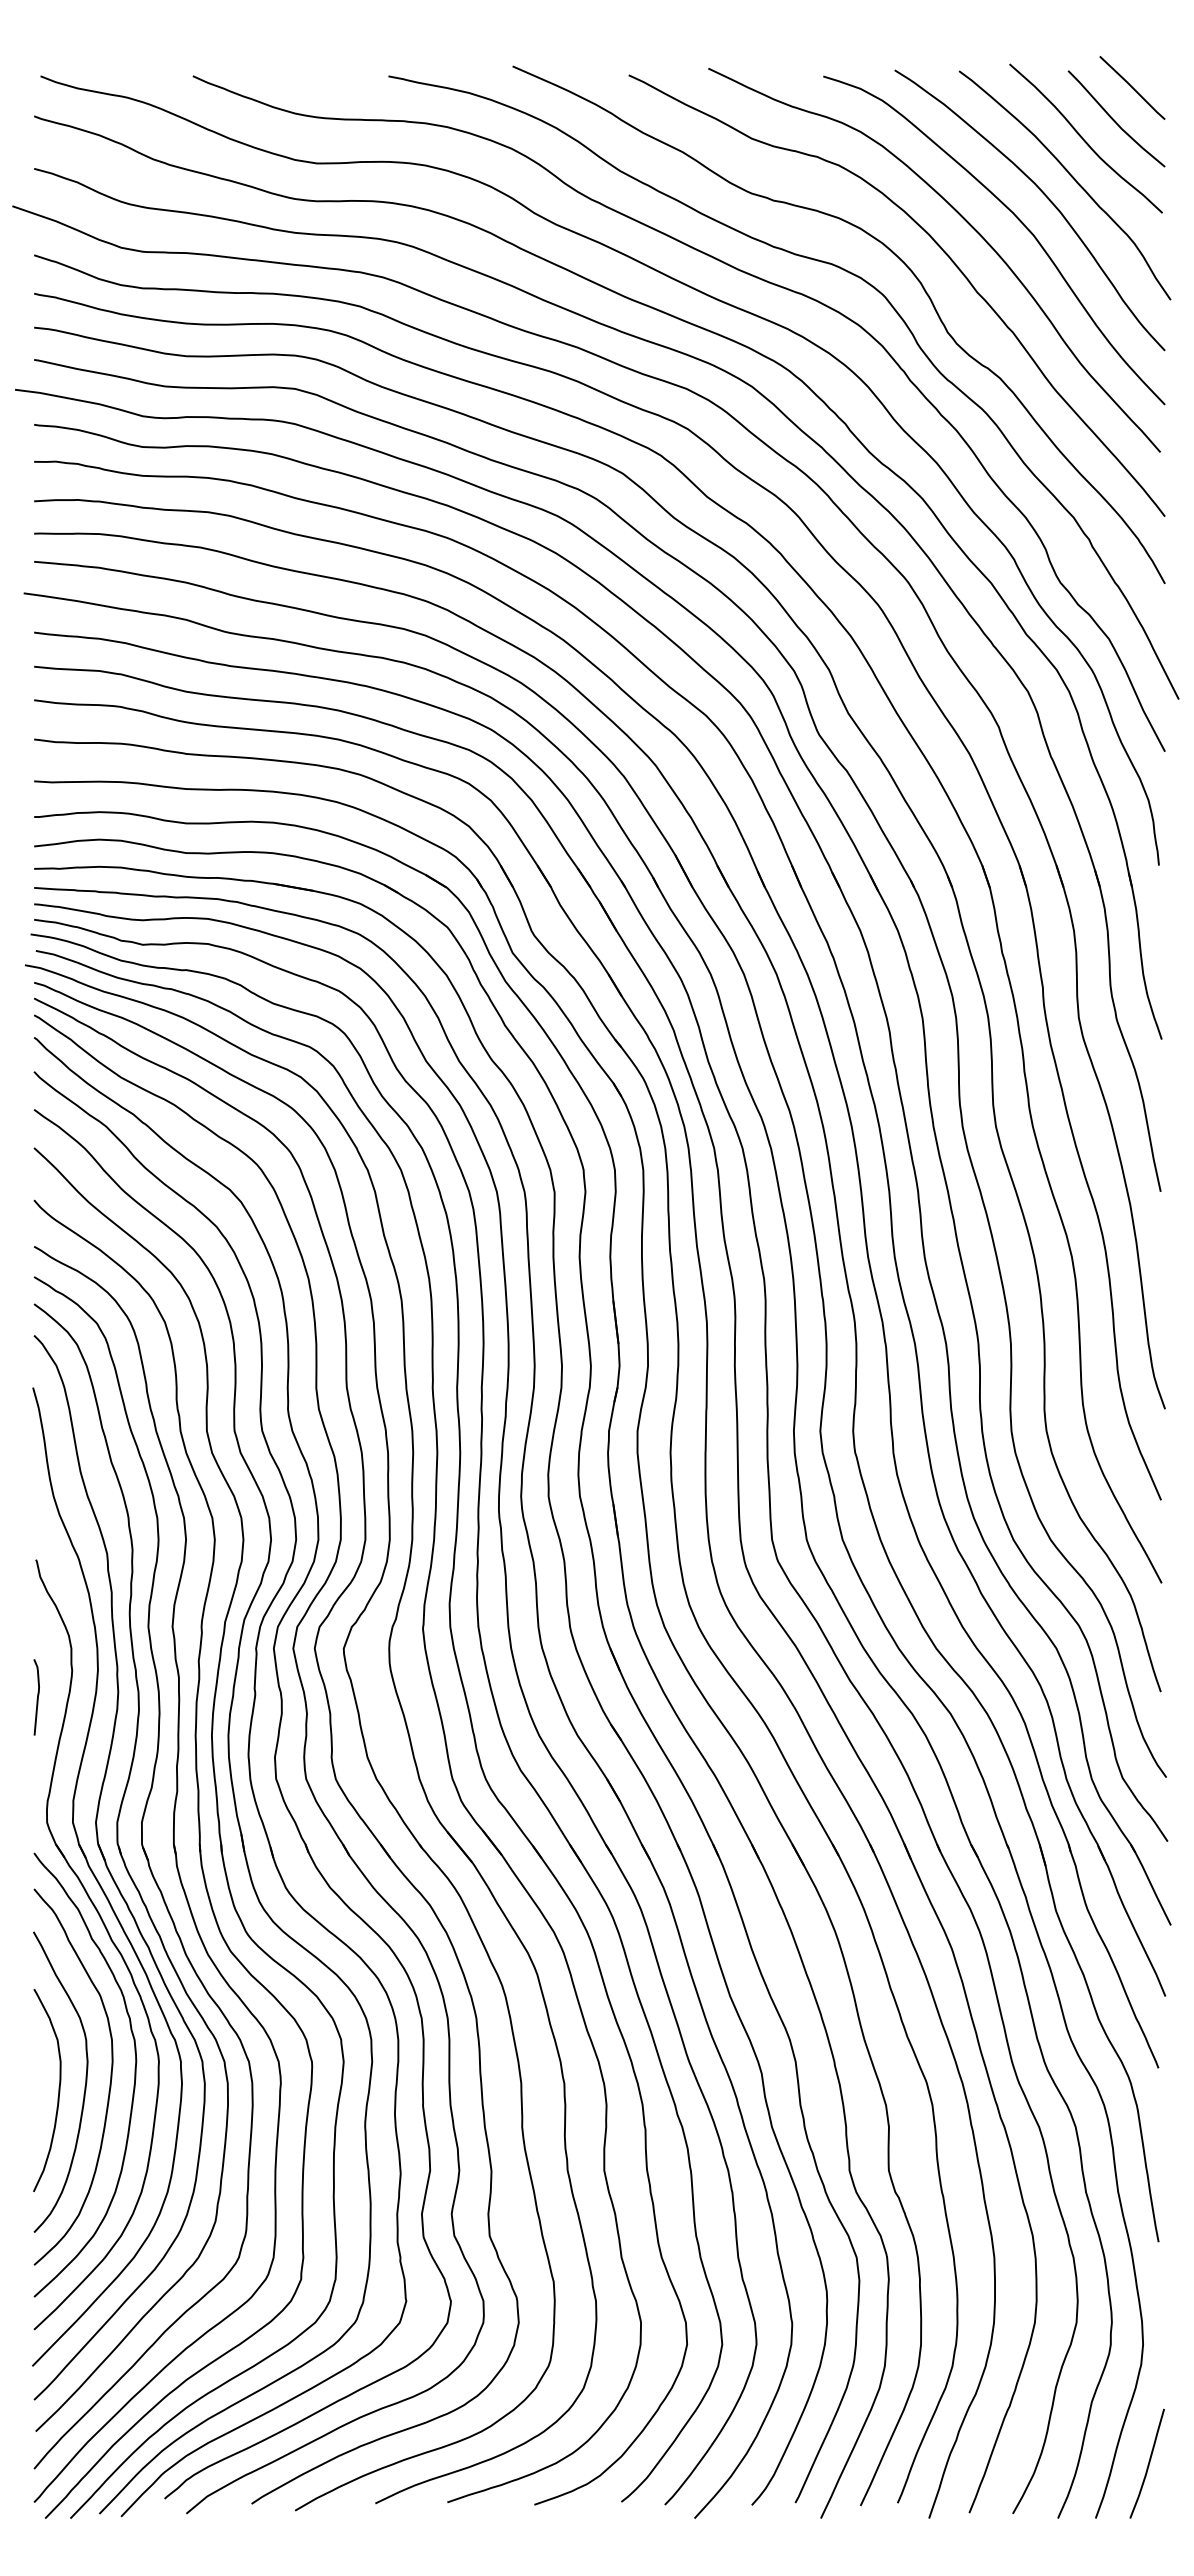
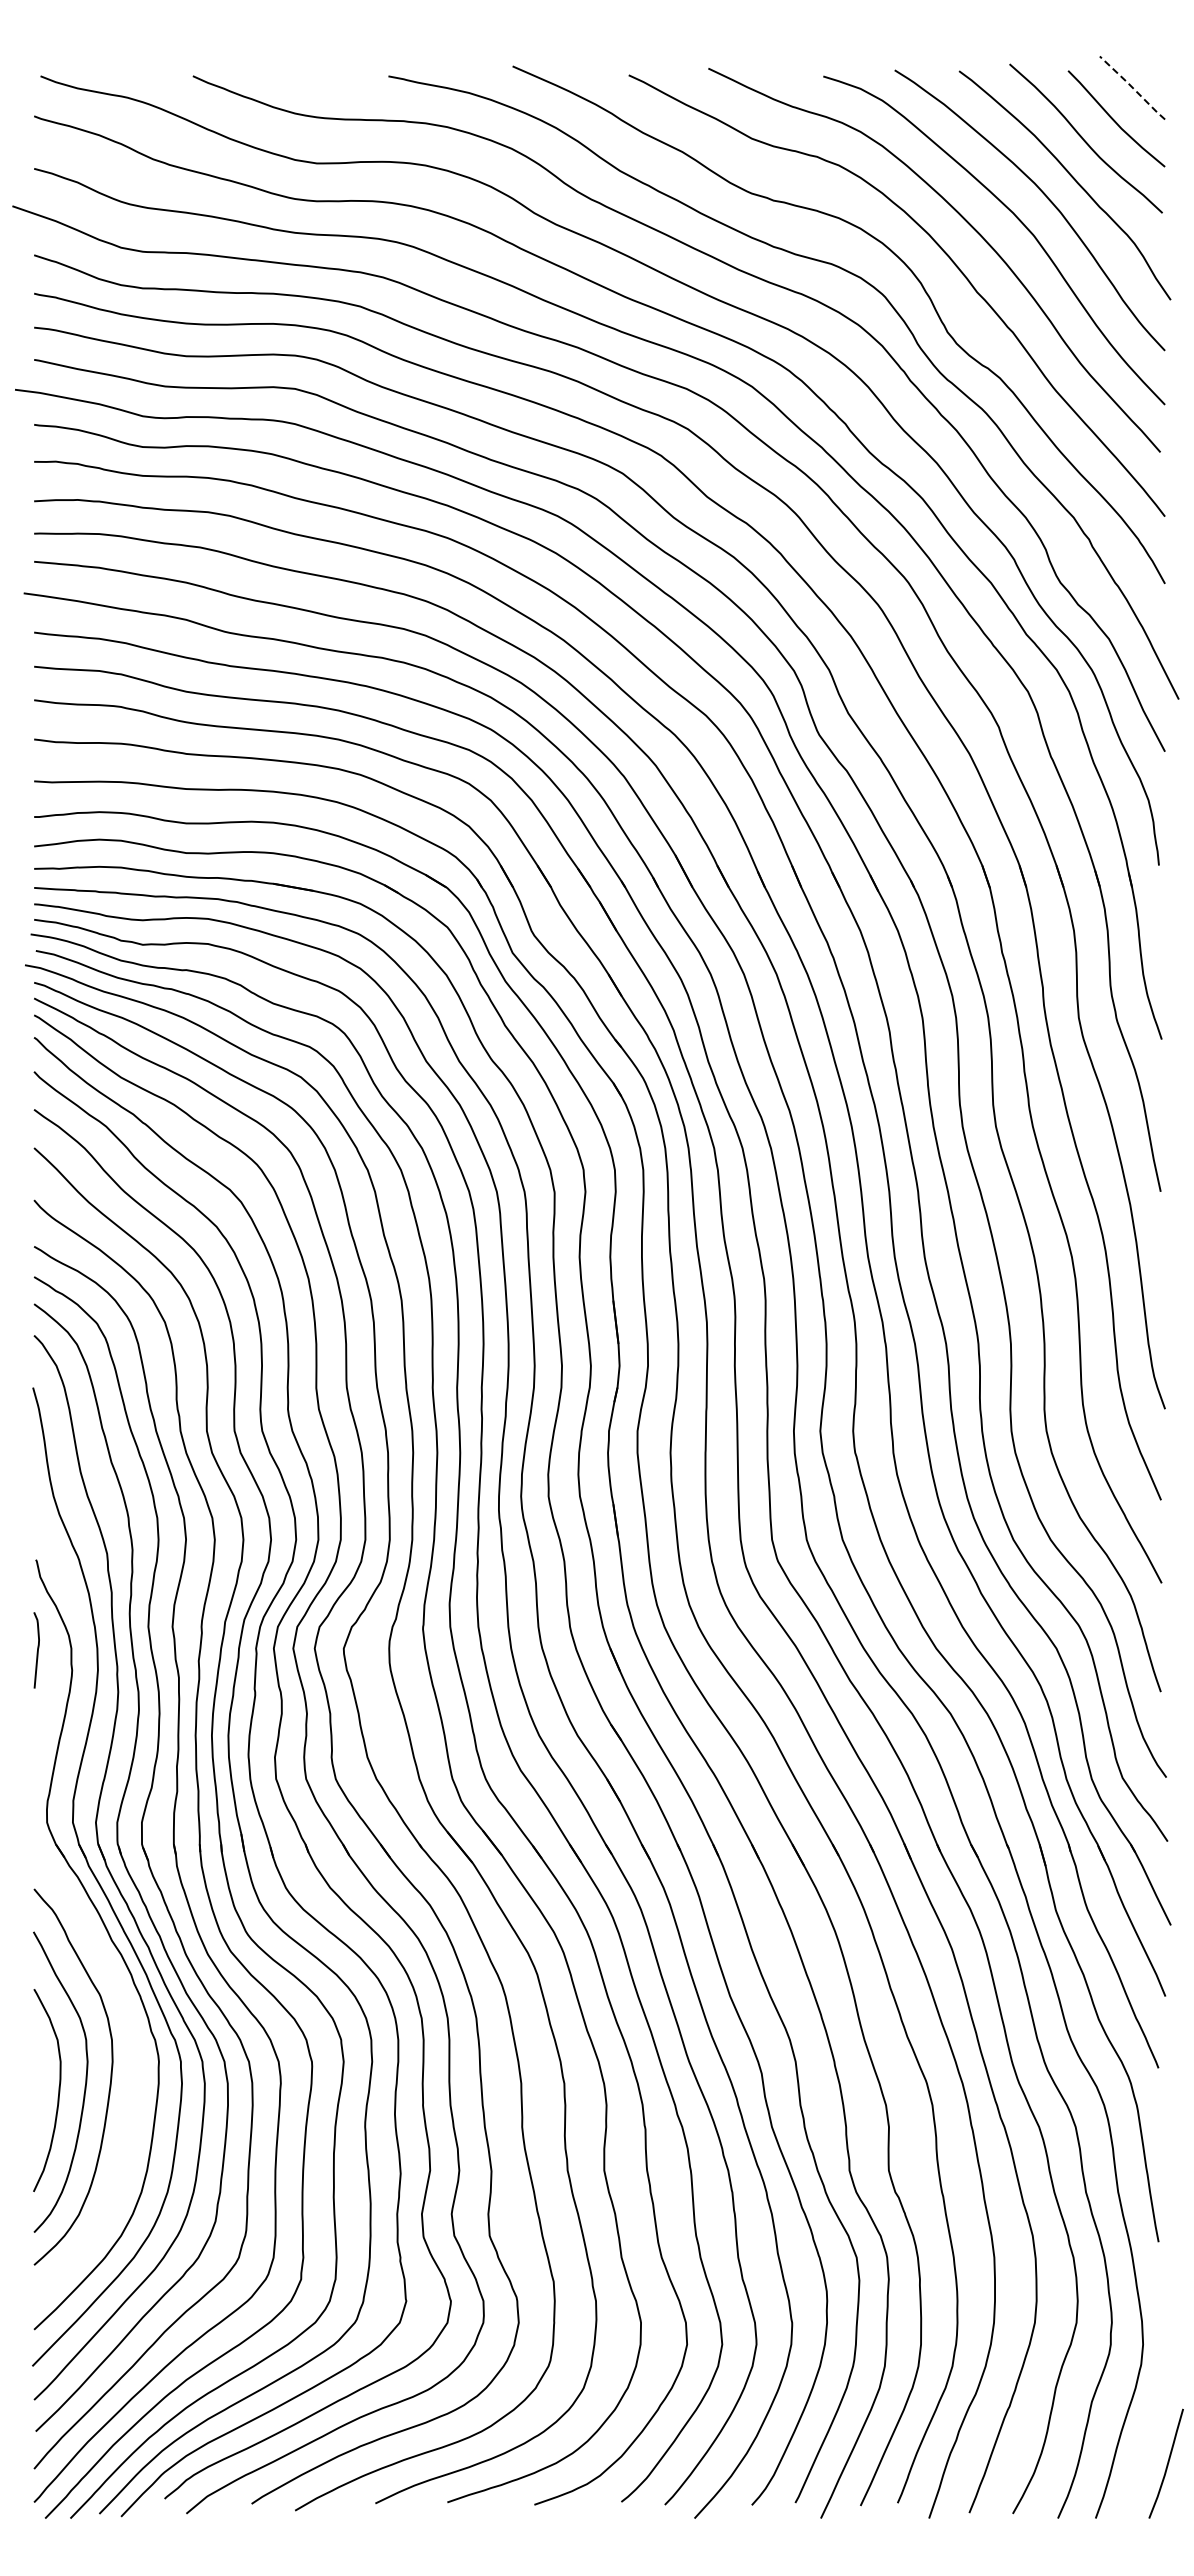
line at (1132, 87): solid -> dashed
curve at (37, 1697) position: (37, 1697) -> (37, 1650)
curve at (134, 2074): present -> none
curve at (1147, 2464) position: (1147, 2464) -> (1166, 2464)
